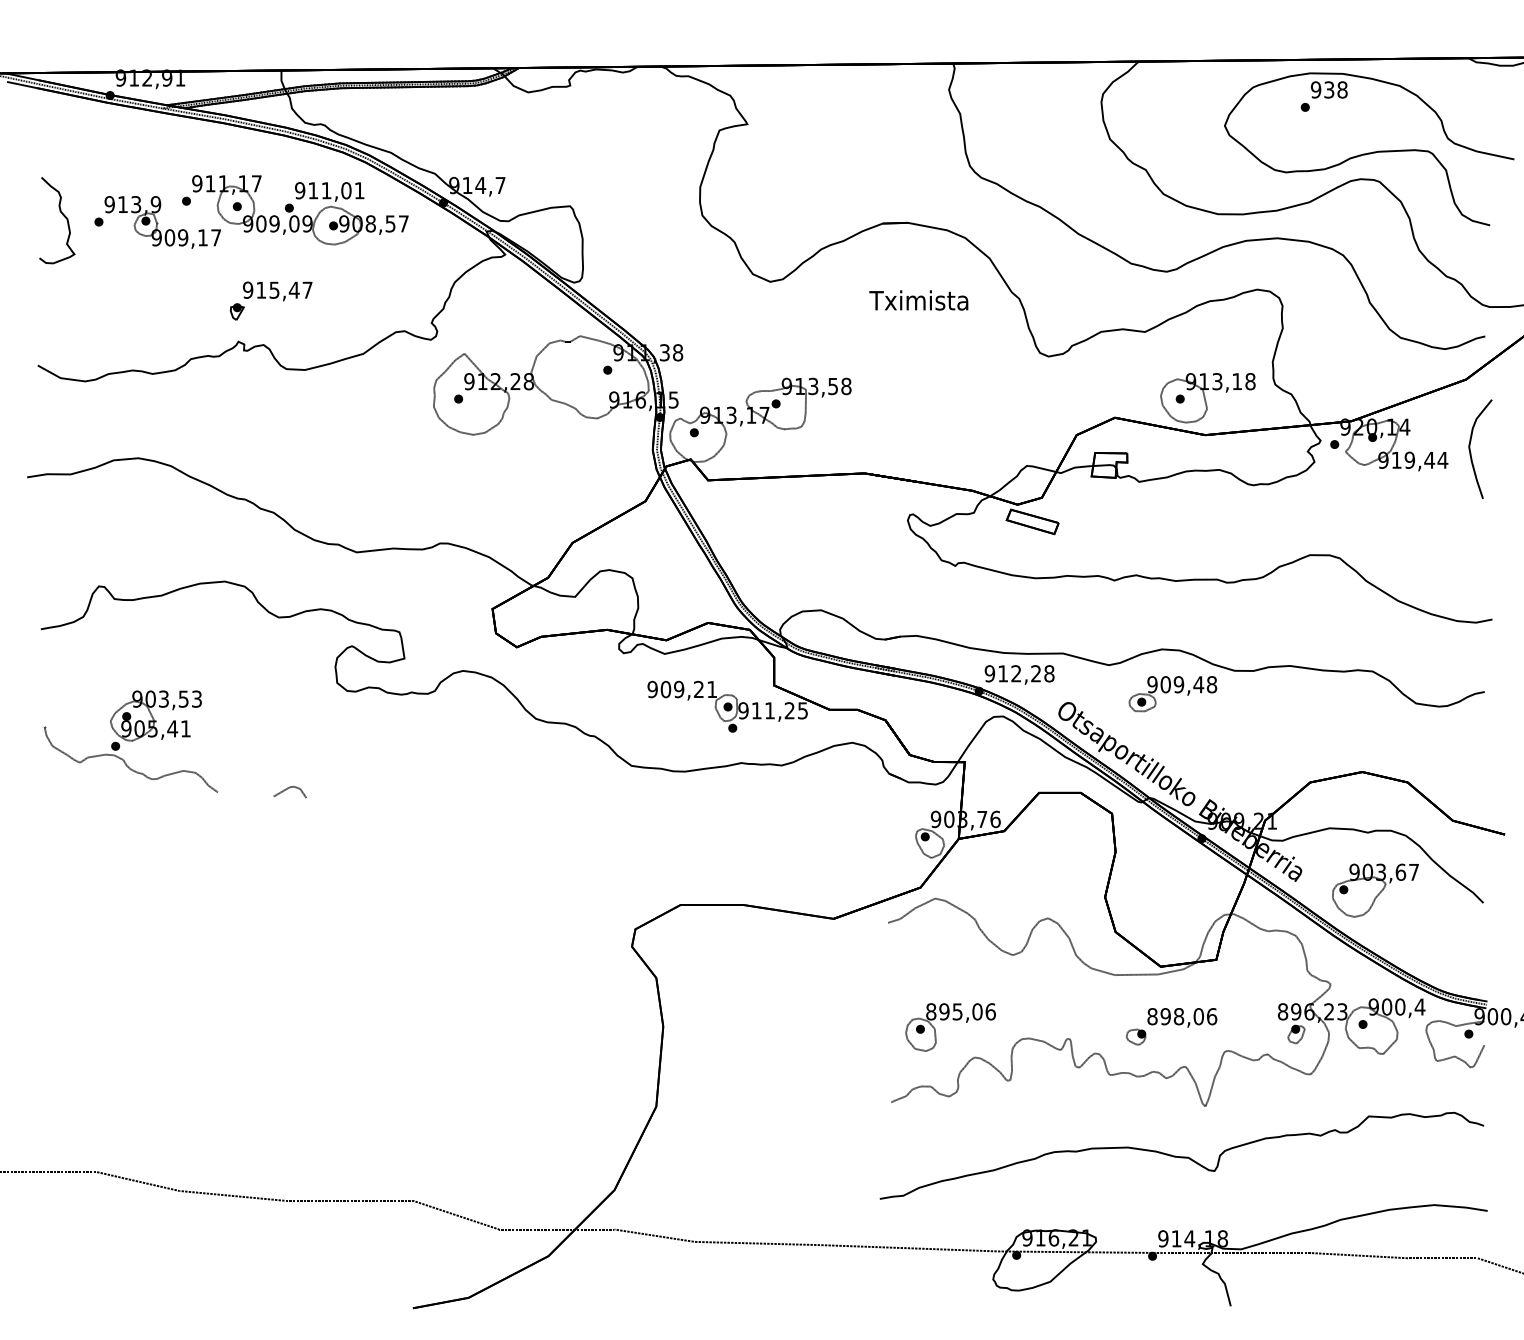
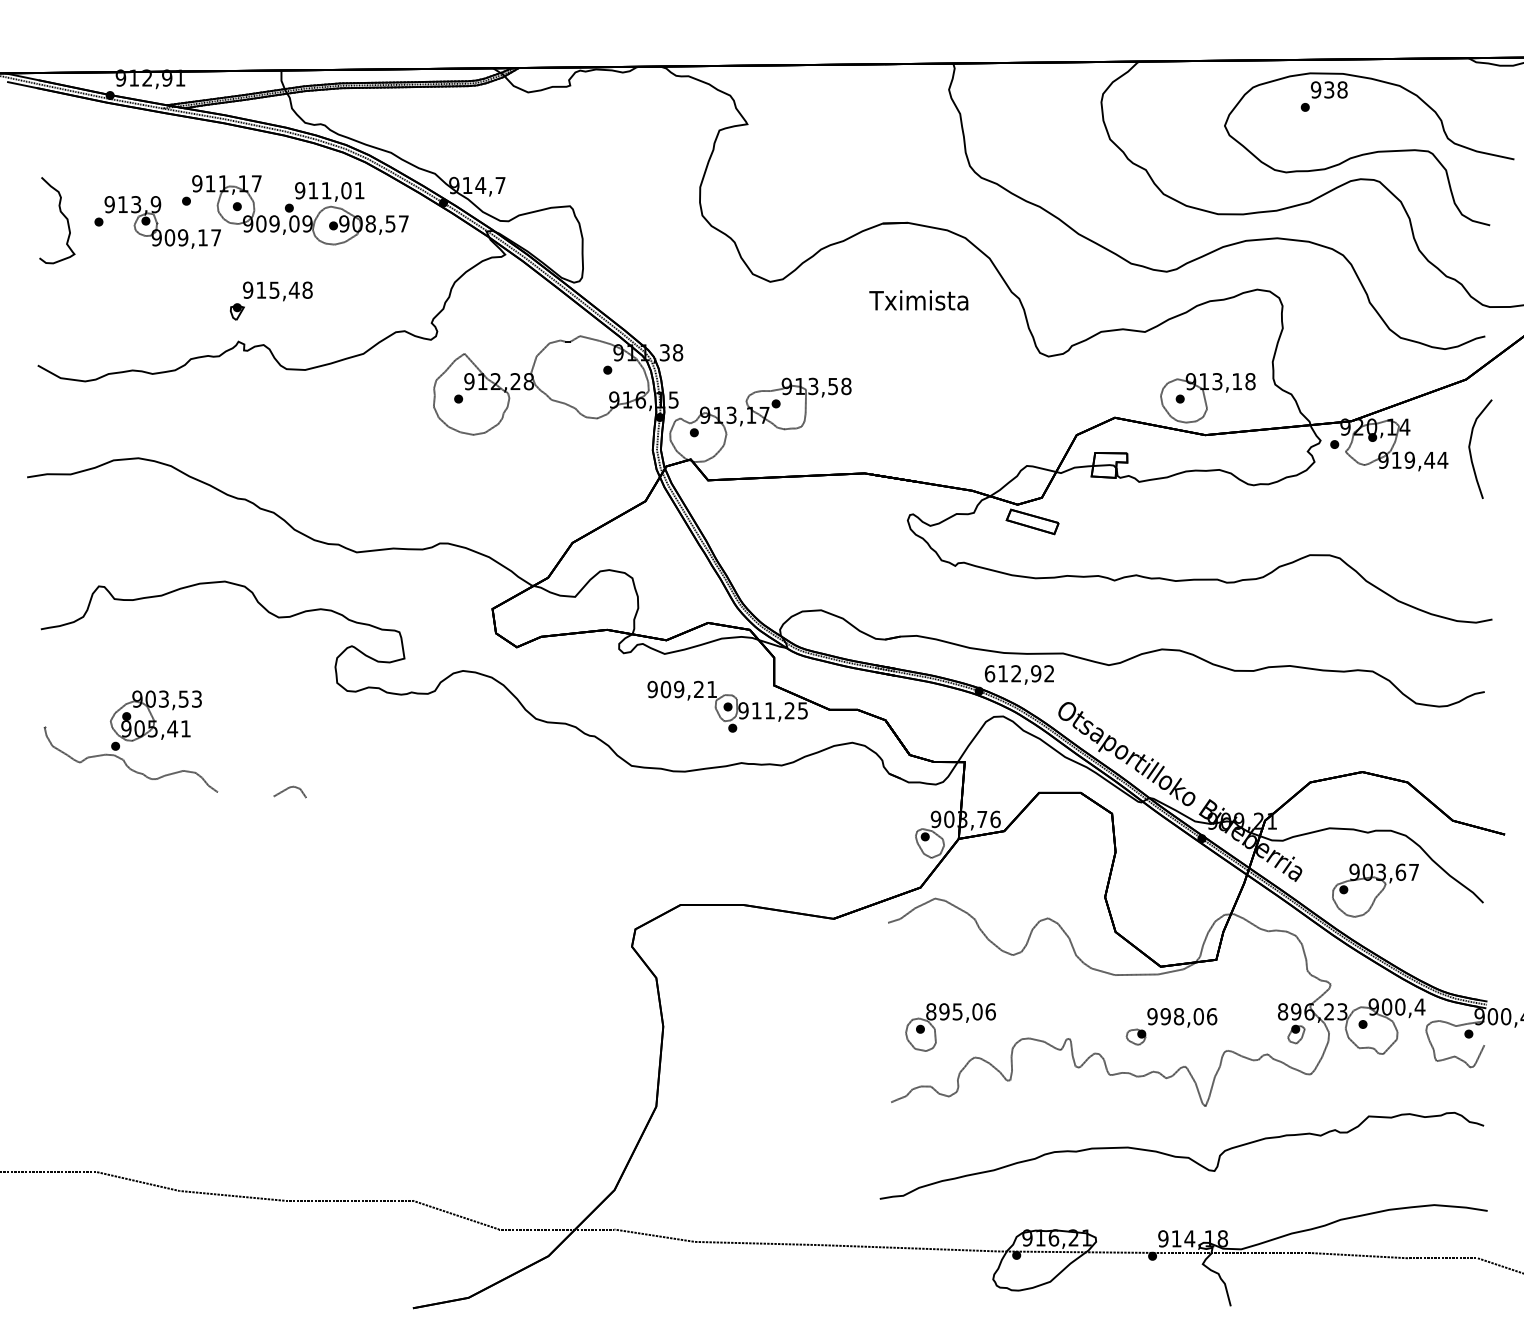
text at (307, 289): 915,47 -> 915,48
text at (1019, 673): 912,28 -> 612,92
part at (1172, 694): present -> none
text at (1152, 1016): 898,06 -> 998,06
